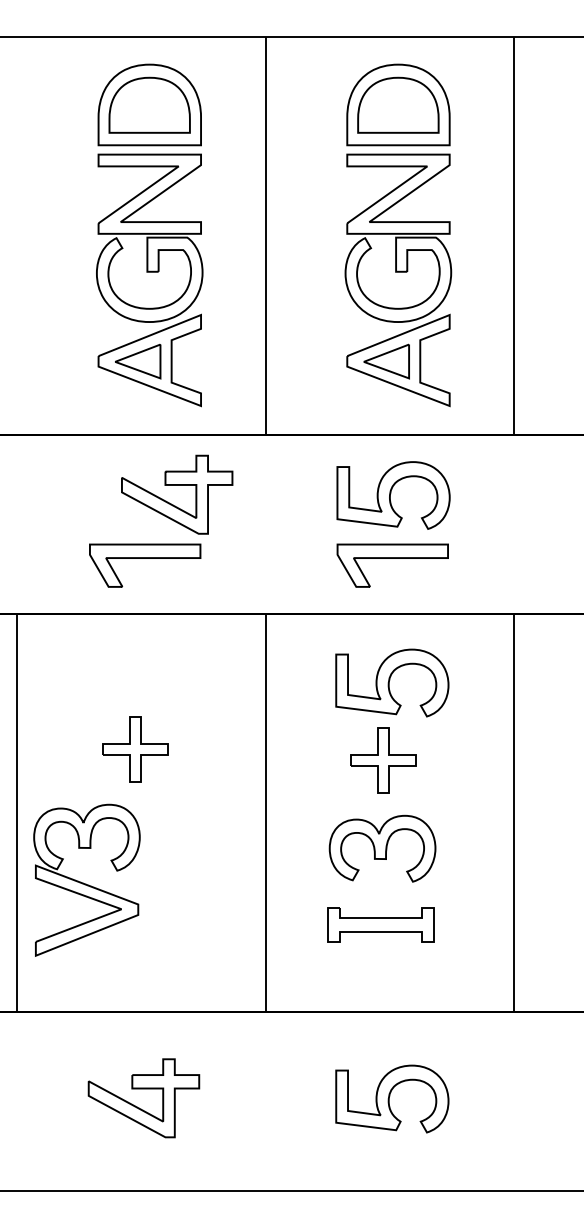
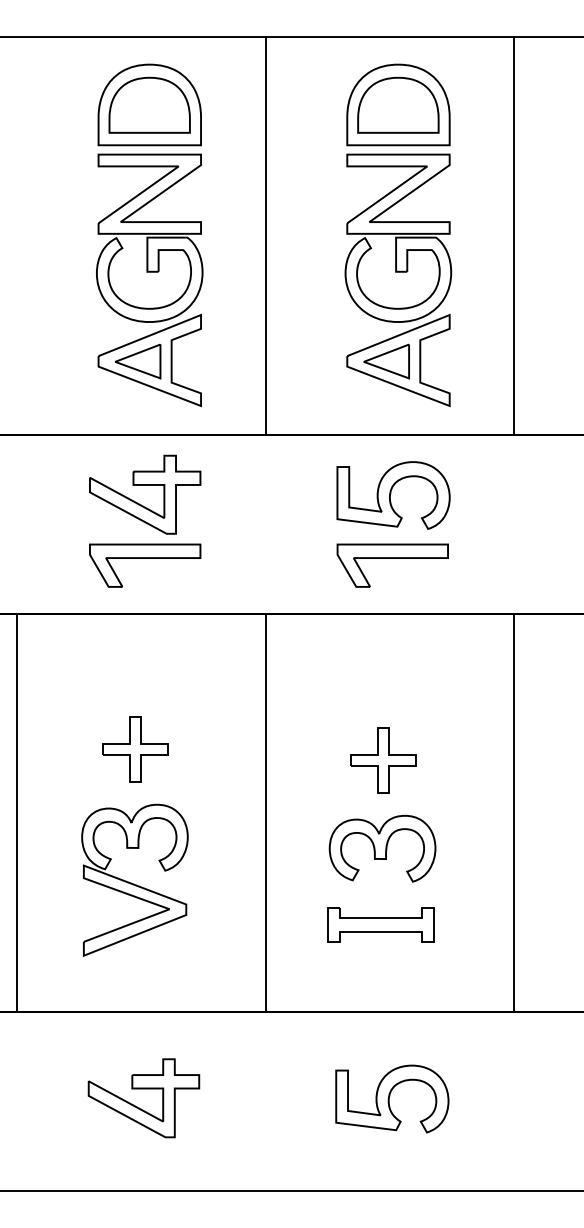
part at (177, 485) position: (177, 485) -> (145, 485)
part at (392, 682): present -> none
part at (86, 879) position: (86, 879) -> (134, 879)
